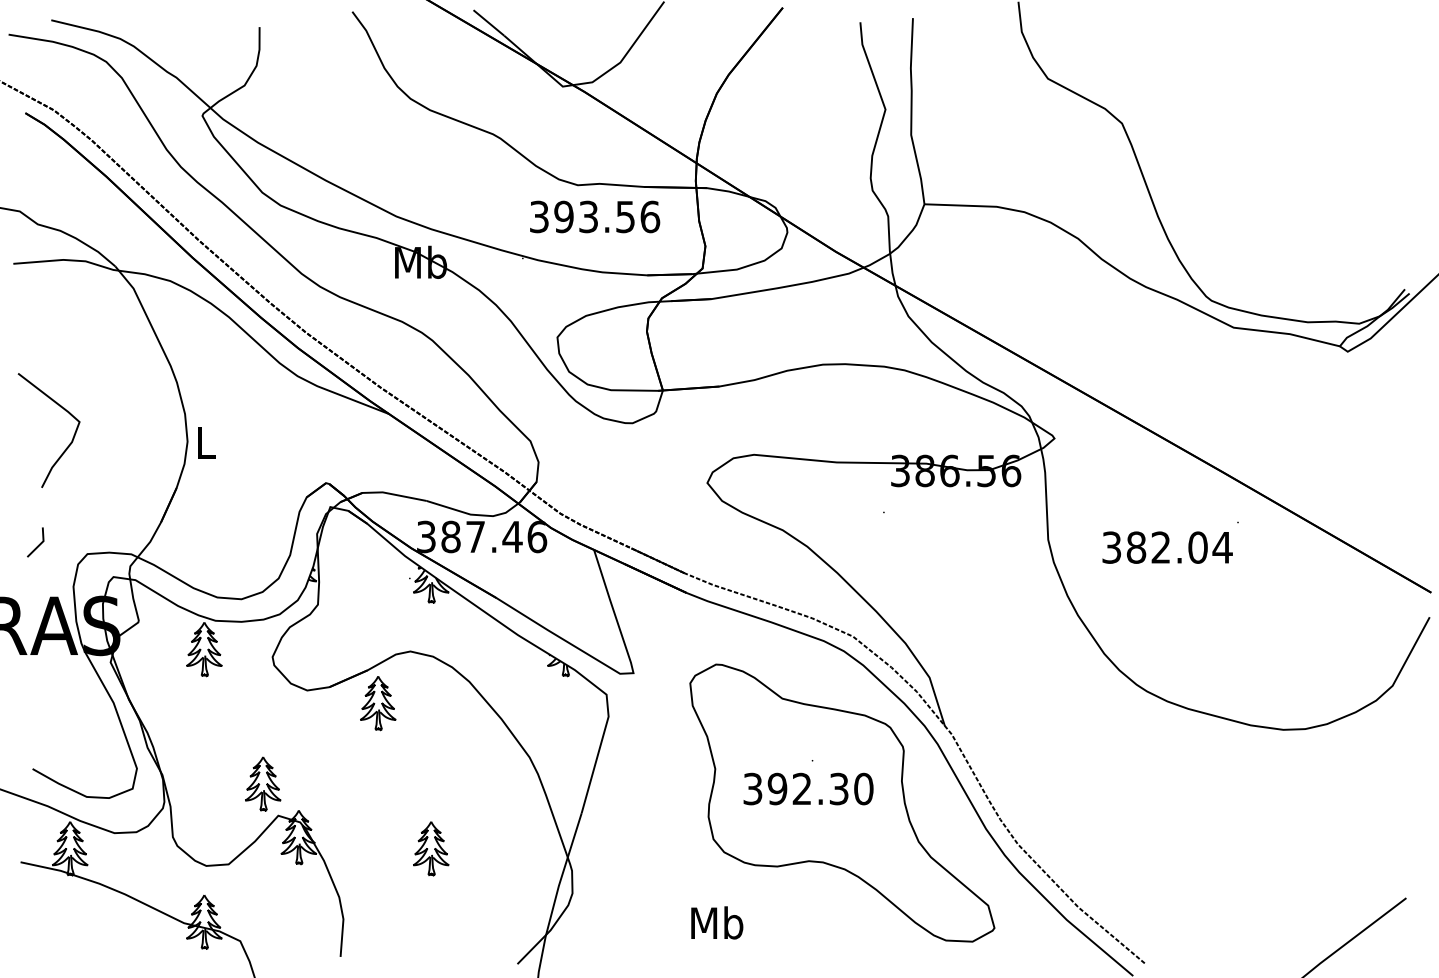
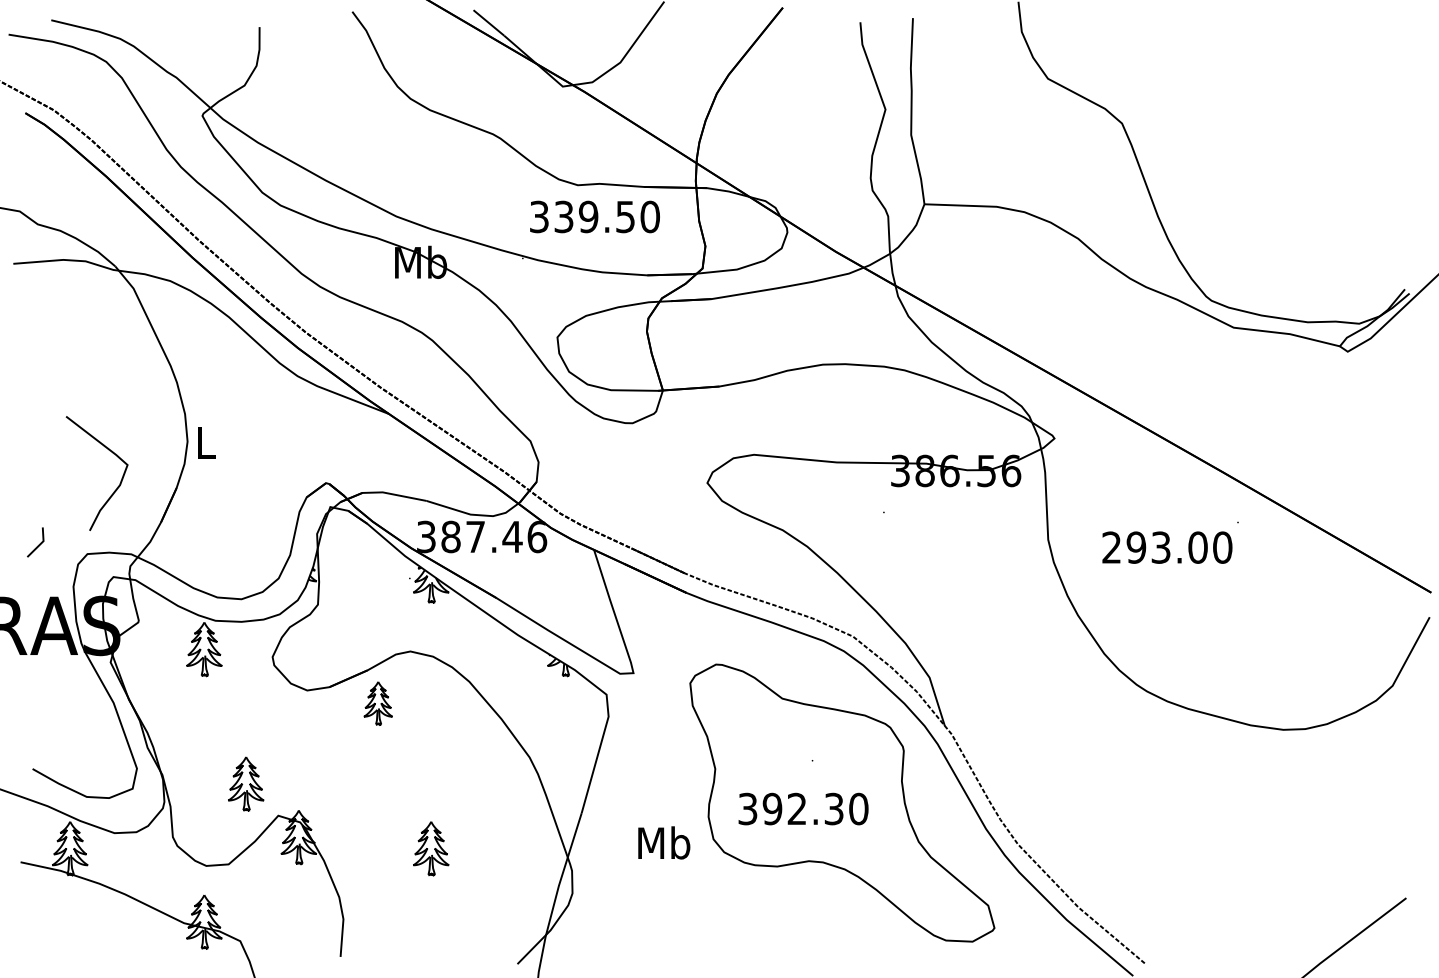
text at (607, 216): 393.56 -> 339.50
curve at (69, 443) position: (69, 443) -> (117, 486)
text at (1167, 547): 382.04 -> 293.00
part at (378, 703) size: 37x56 px -> 30x45 px
part at (263, 783) position: (263, 783) -> (246, 783)
text at (808, 788) position: (808, 788) -> (803, 808)
text at (717, 922) position: (717, 922) -> (664, 842)
